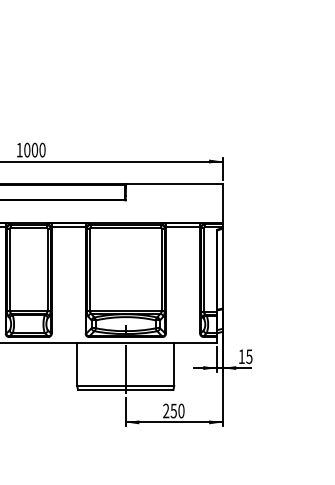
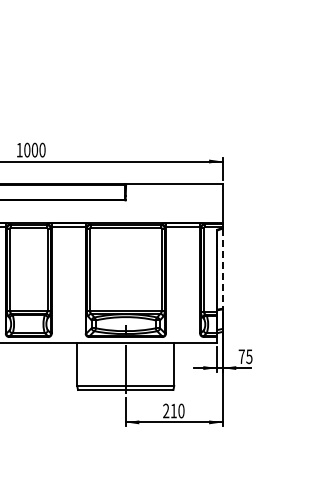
line at (222, 269): solid -> dashed
text at (241, 356): 15 -> 75
text at (173, 410): 250 -> 210
